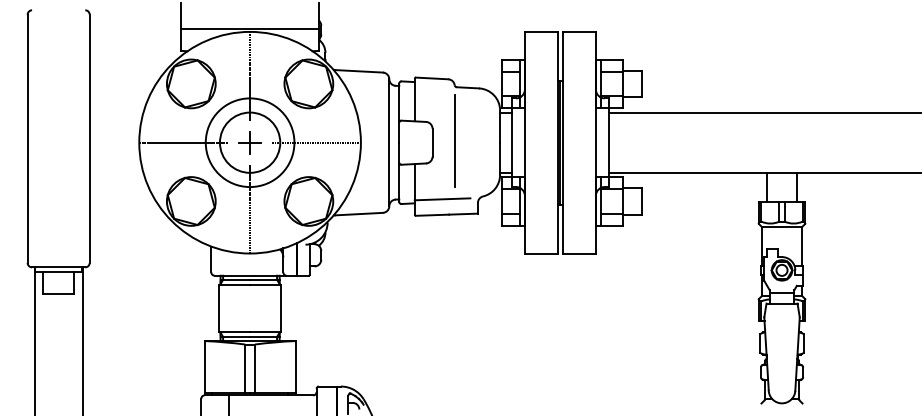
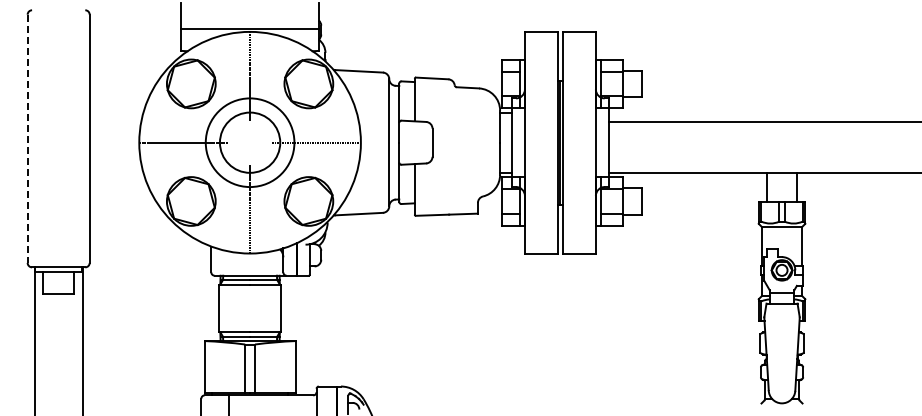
line at (763, 112) position: (763, 112) -> (763, 121)
line at (27, 139): solid -> dashed
line at (454, 141): present -> none
part at (249, 142): present -> none
line at (442, 199): present -> none
